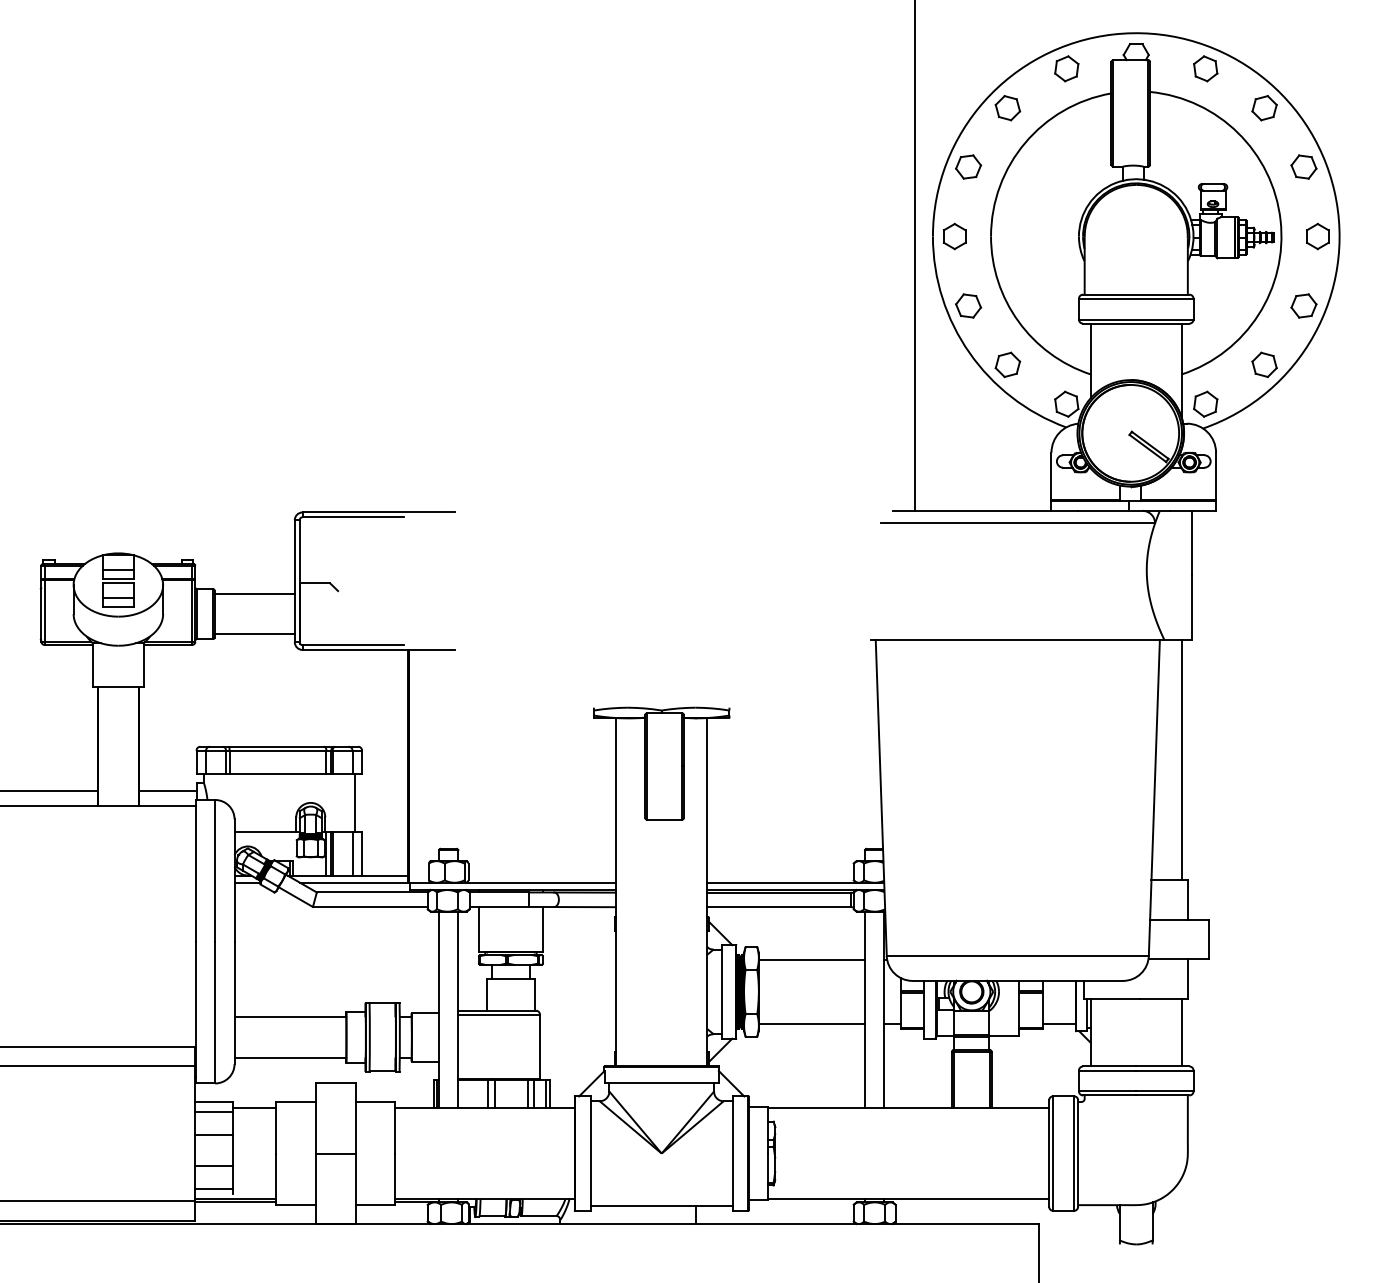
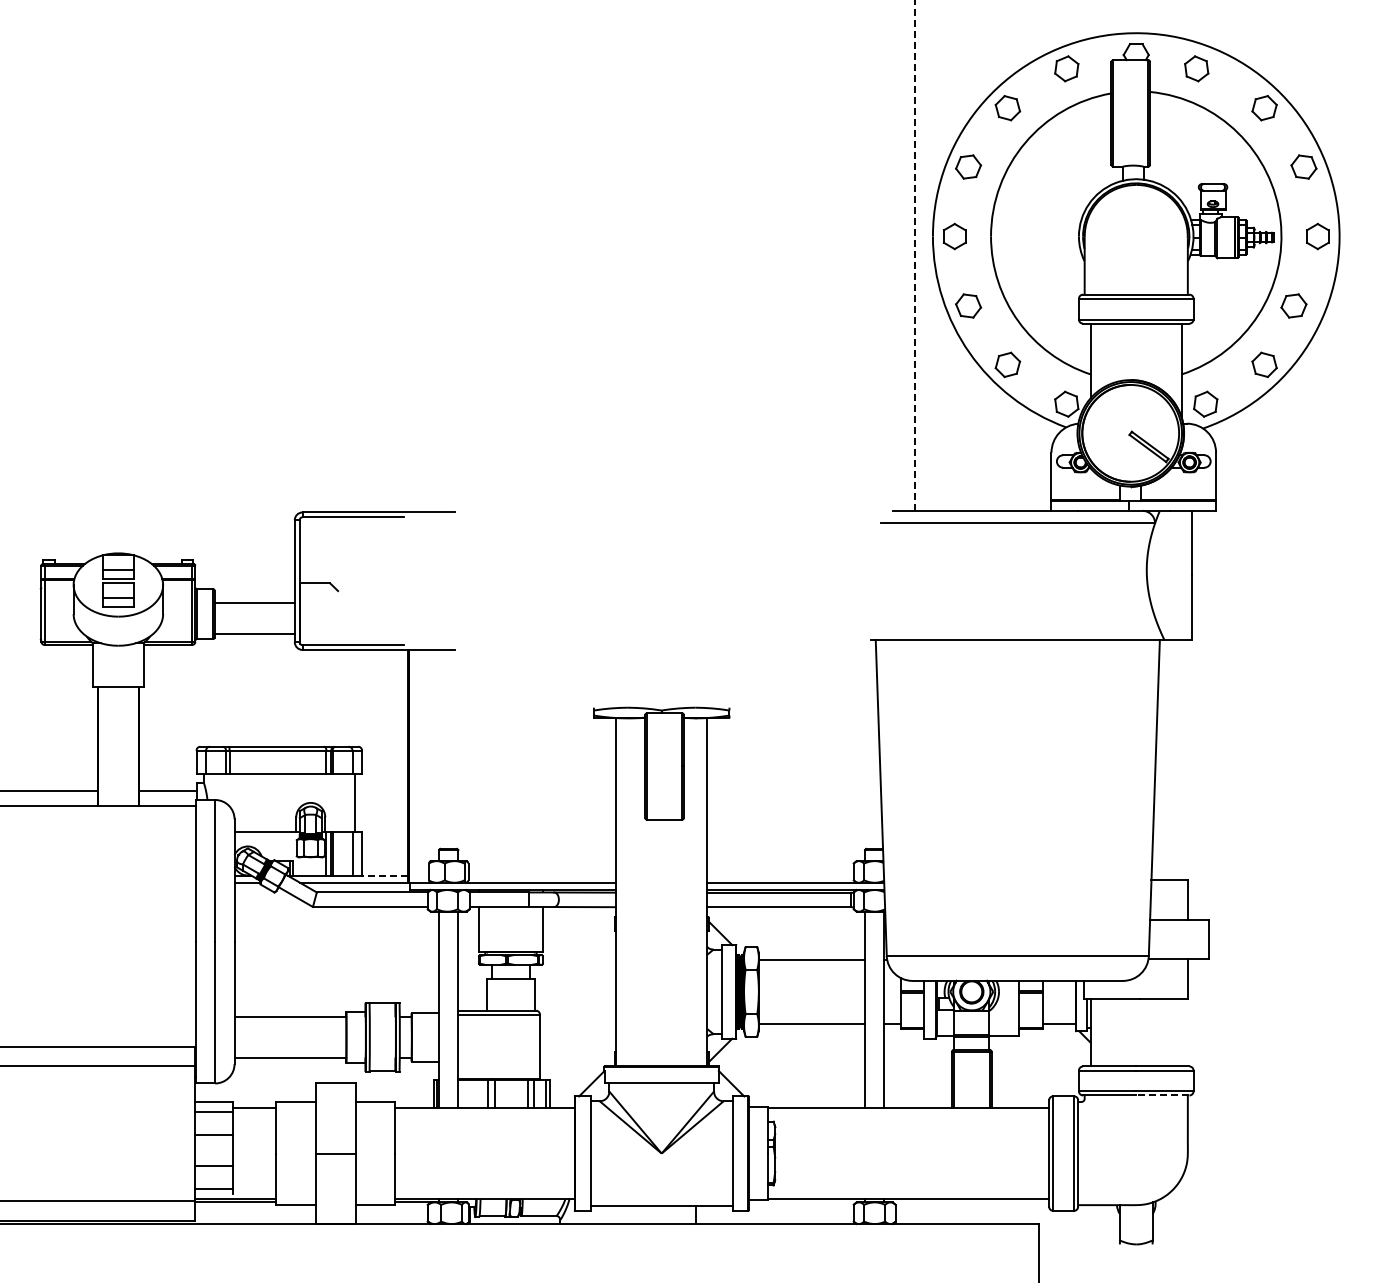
part at (1205, 68) position: (1205, 68) -> (1196, 68)
line at (914, 255): solid -> dashed
part at (1303, 305) position: (1303, 305) -> (1293, 305)
line at (254, 593) position: (254, 593) -> (254, 602)
line at (1181, 759): present -> none
line at (384, 875): solid -> dashed
line at (1181, 1032): present -> none
line at (1162, 1095): solid -> dashed
